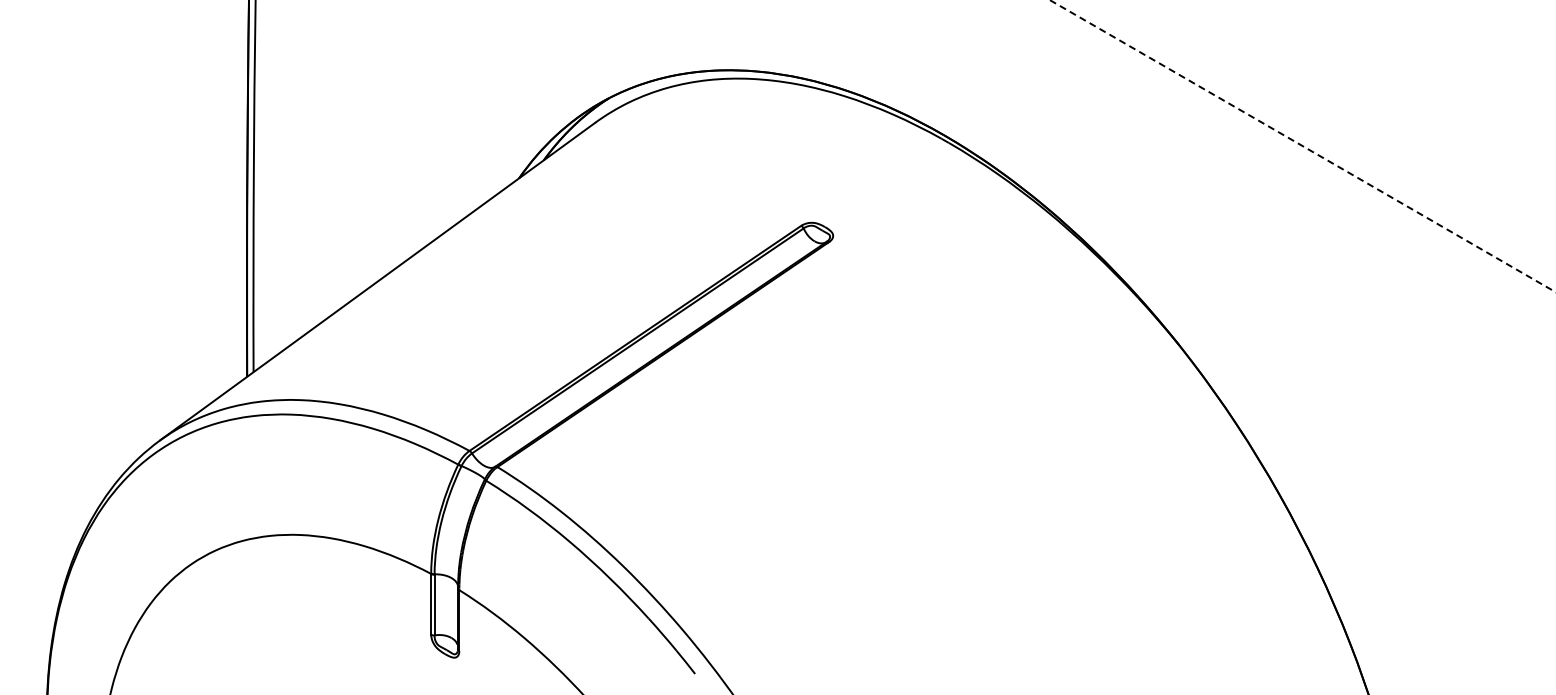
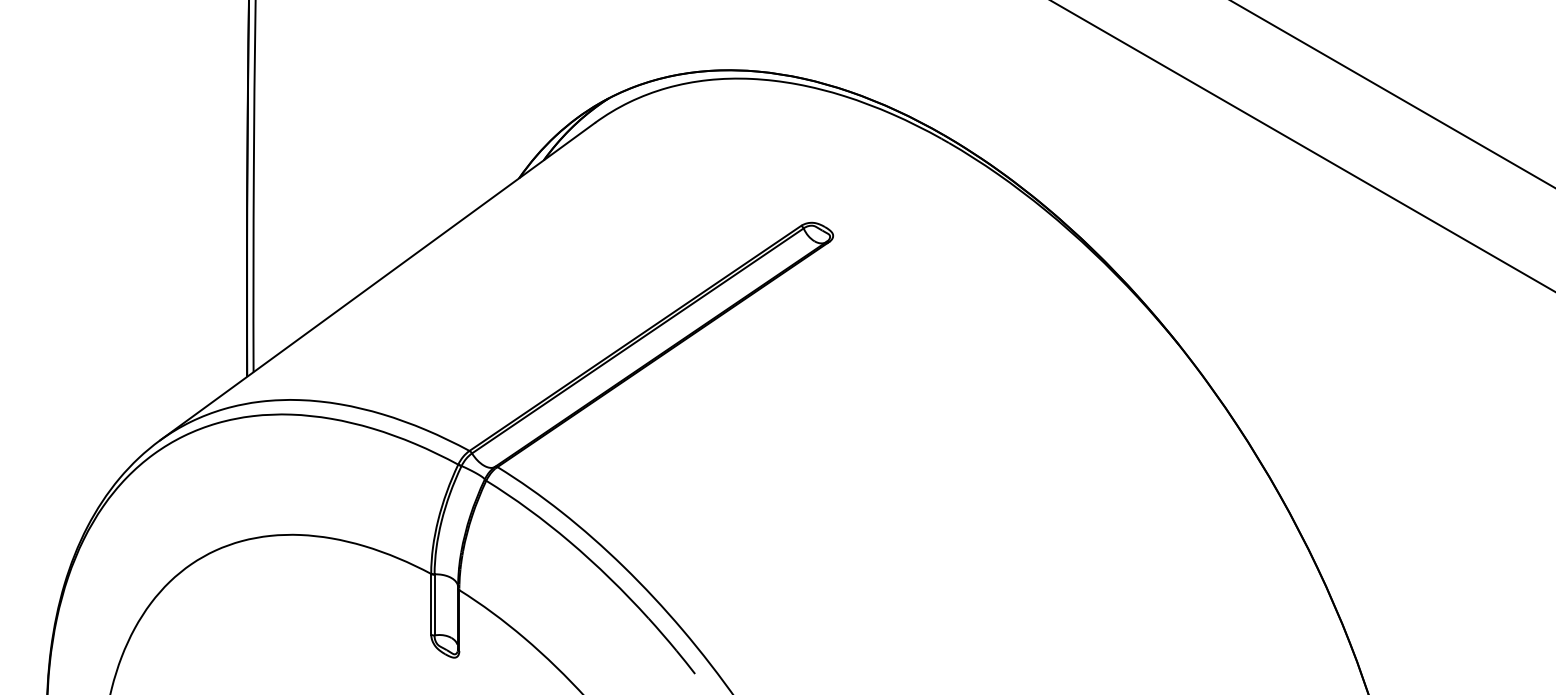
line at (1392, 94): none -> present
line at (1302, 146): dashed -> solid
